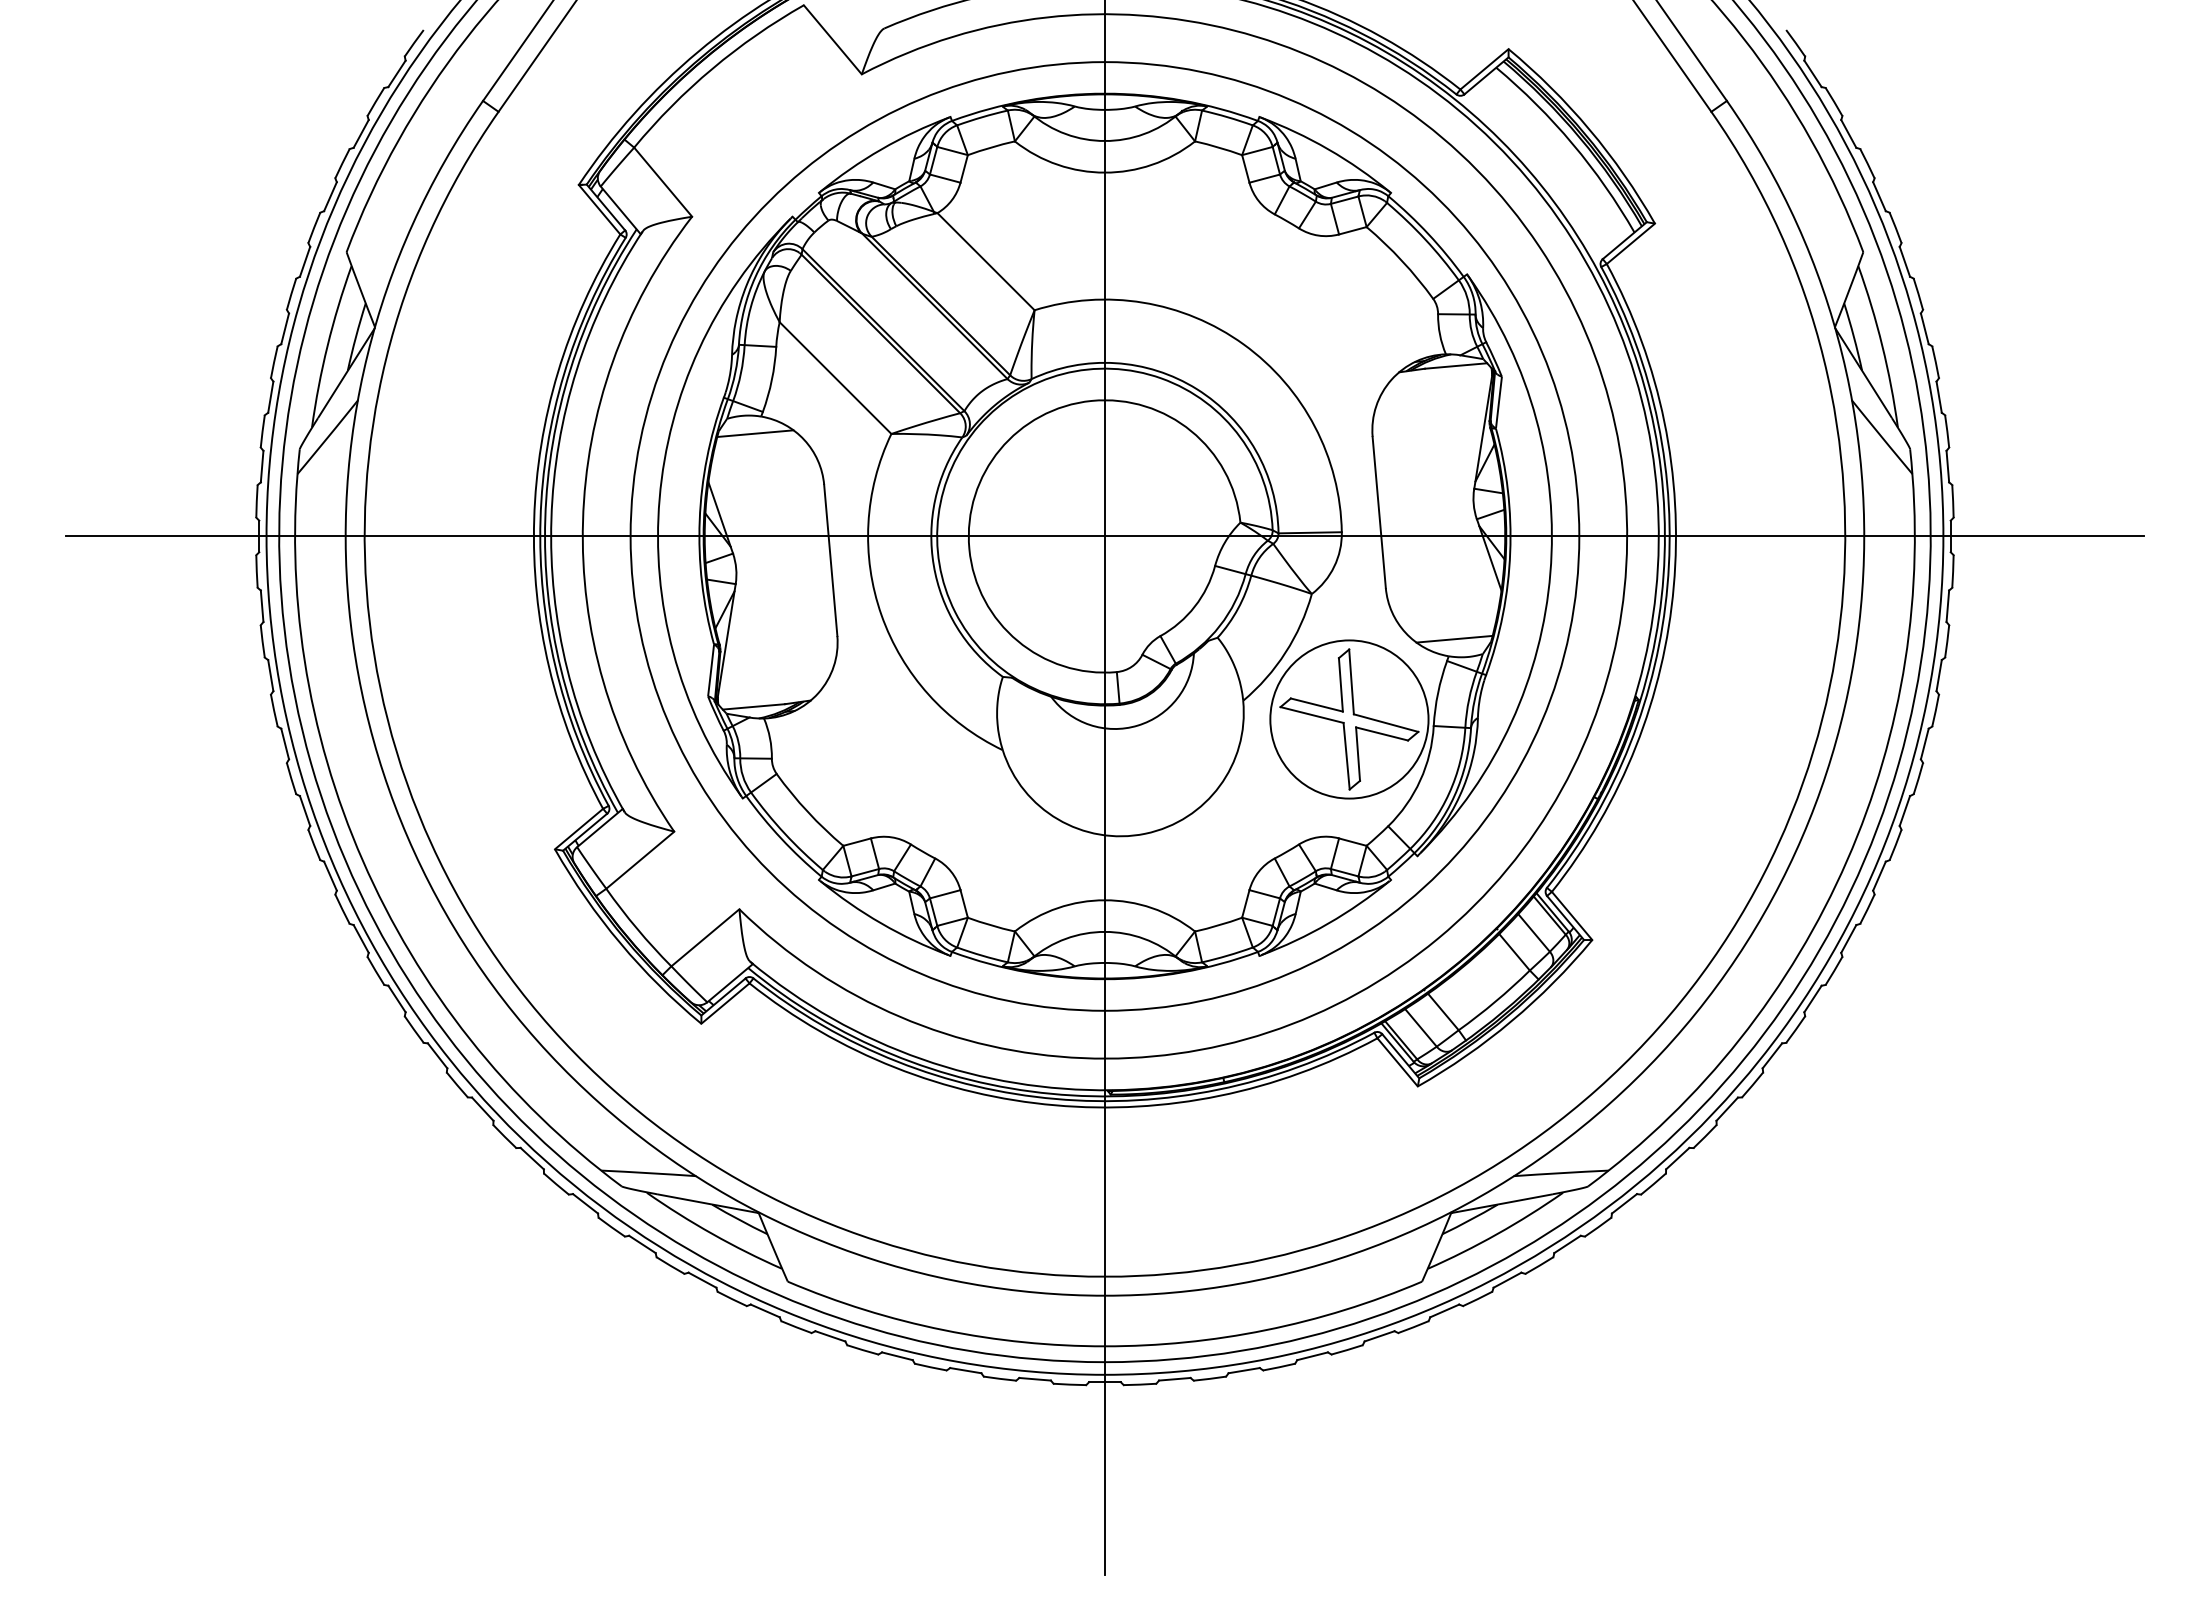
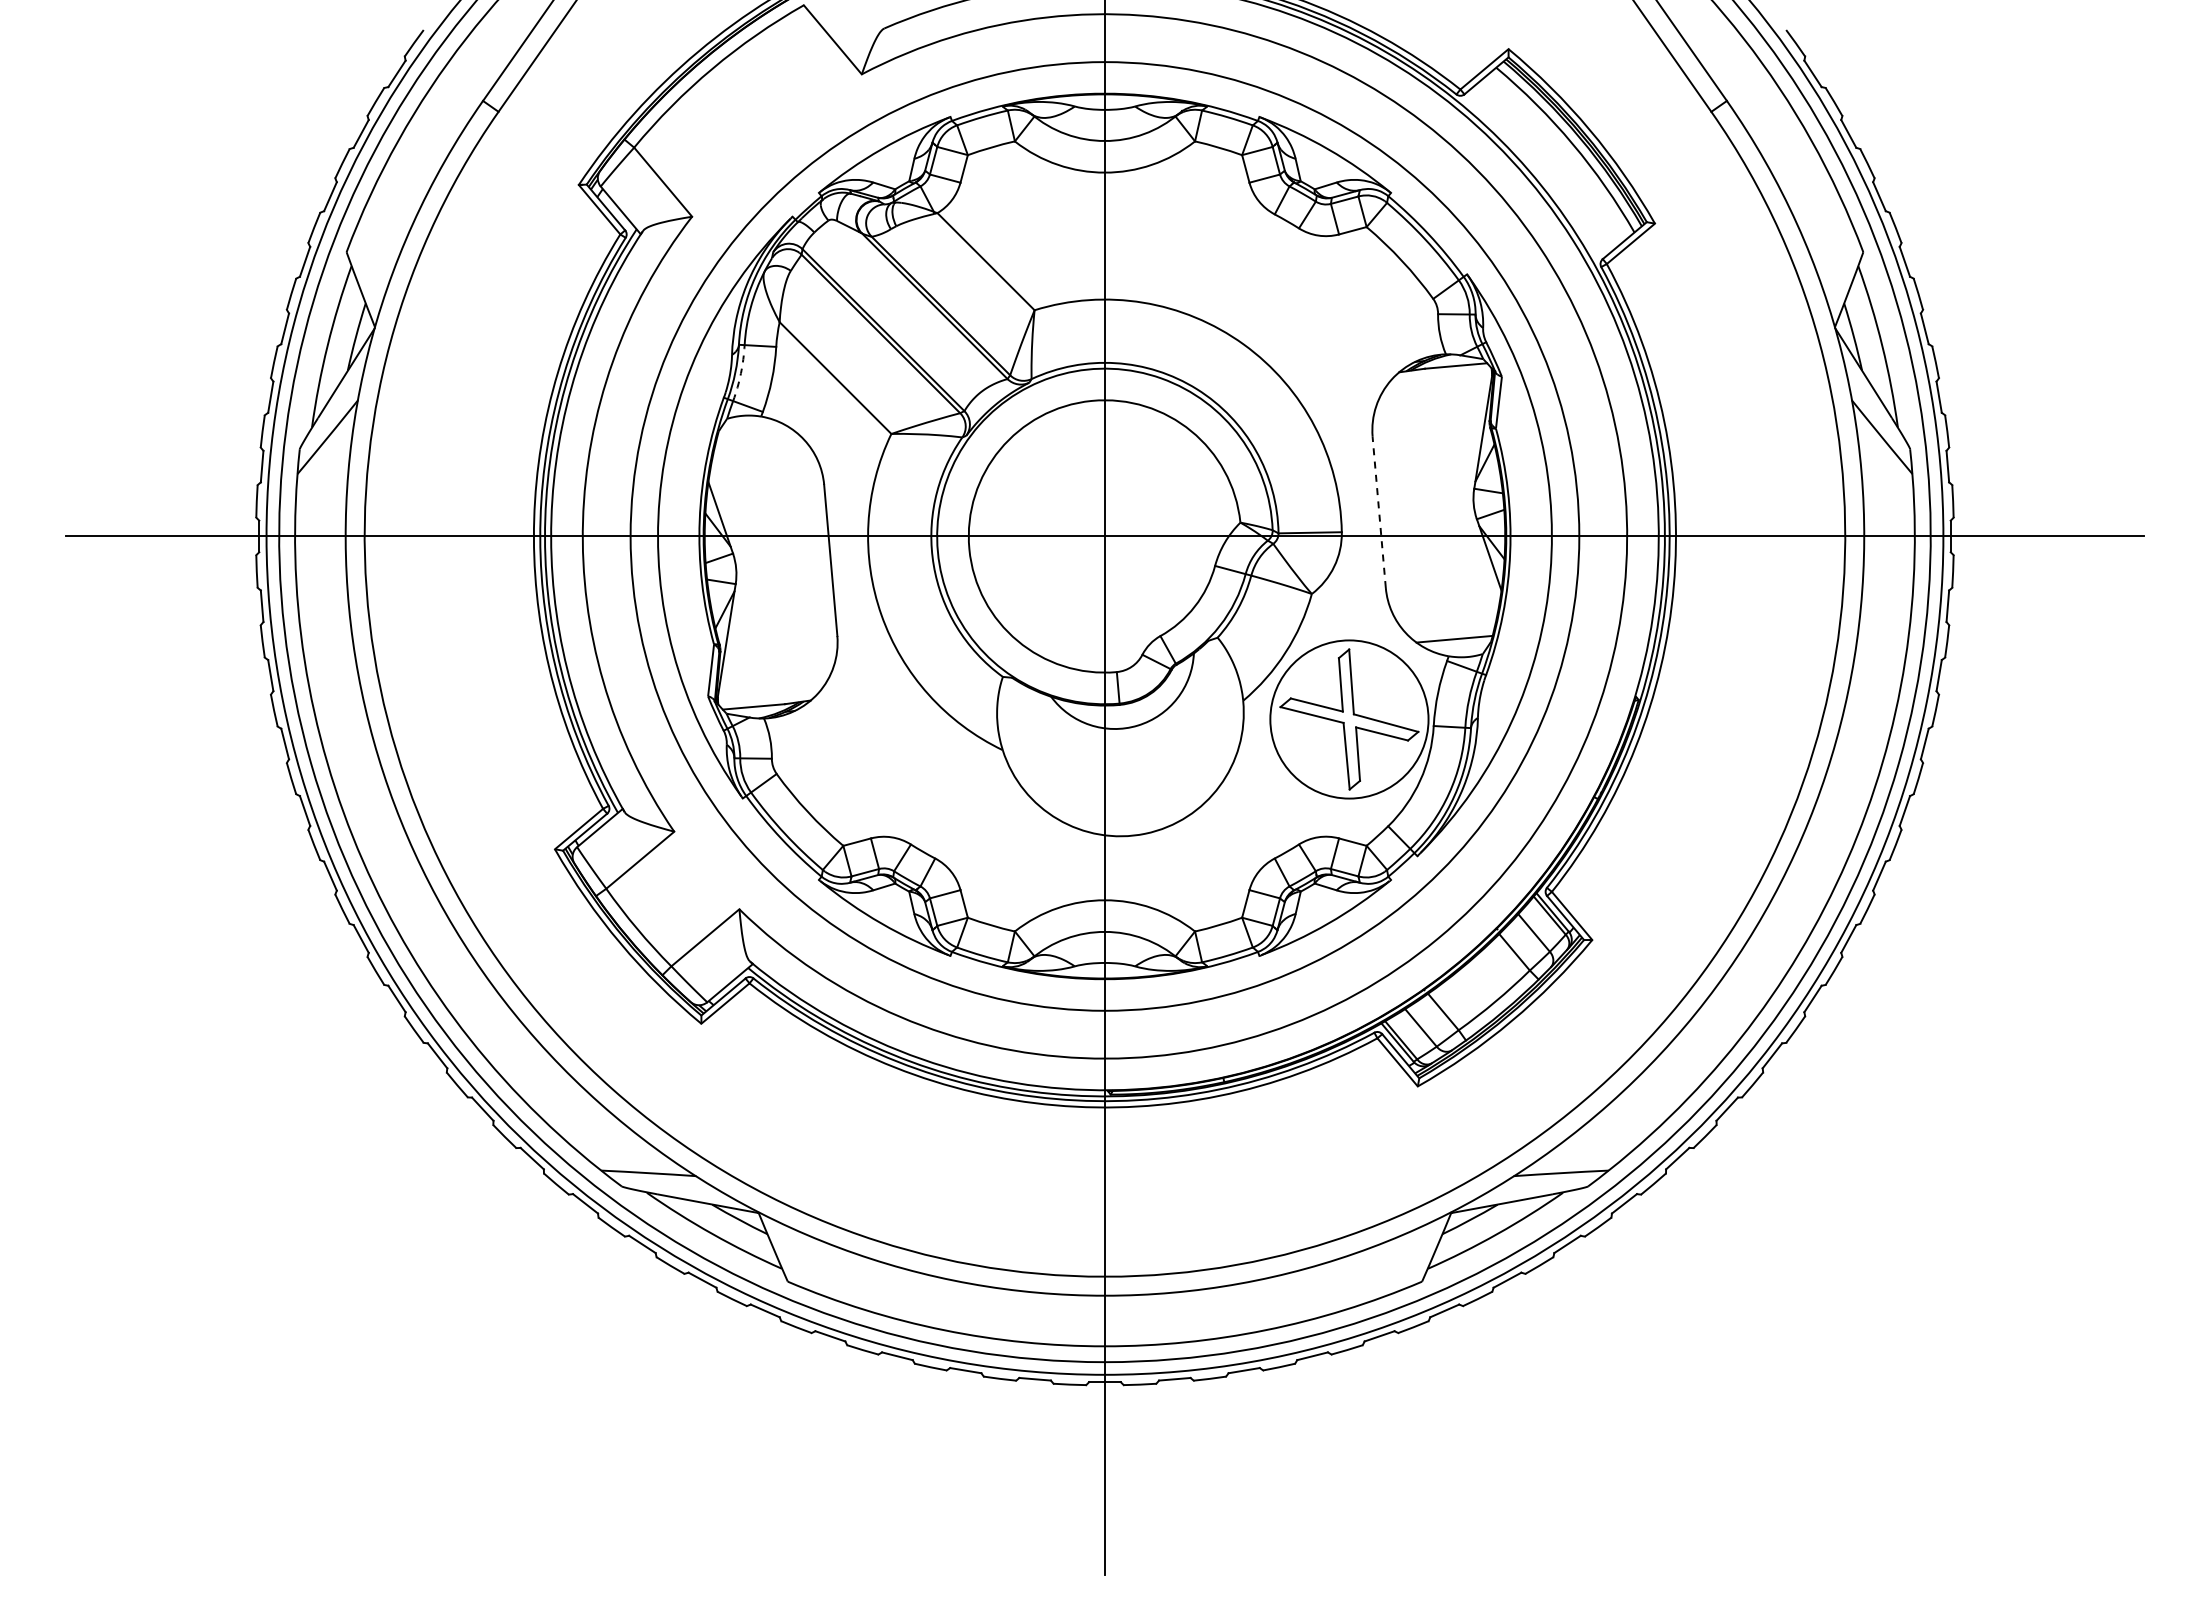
arc at (740, 373): solid -> dashed
line at (755, 433): present -> none
line at (1379, 512): solid -> dashed
